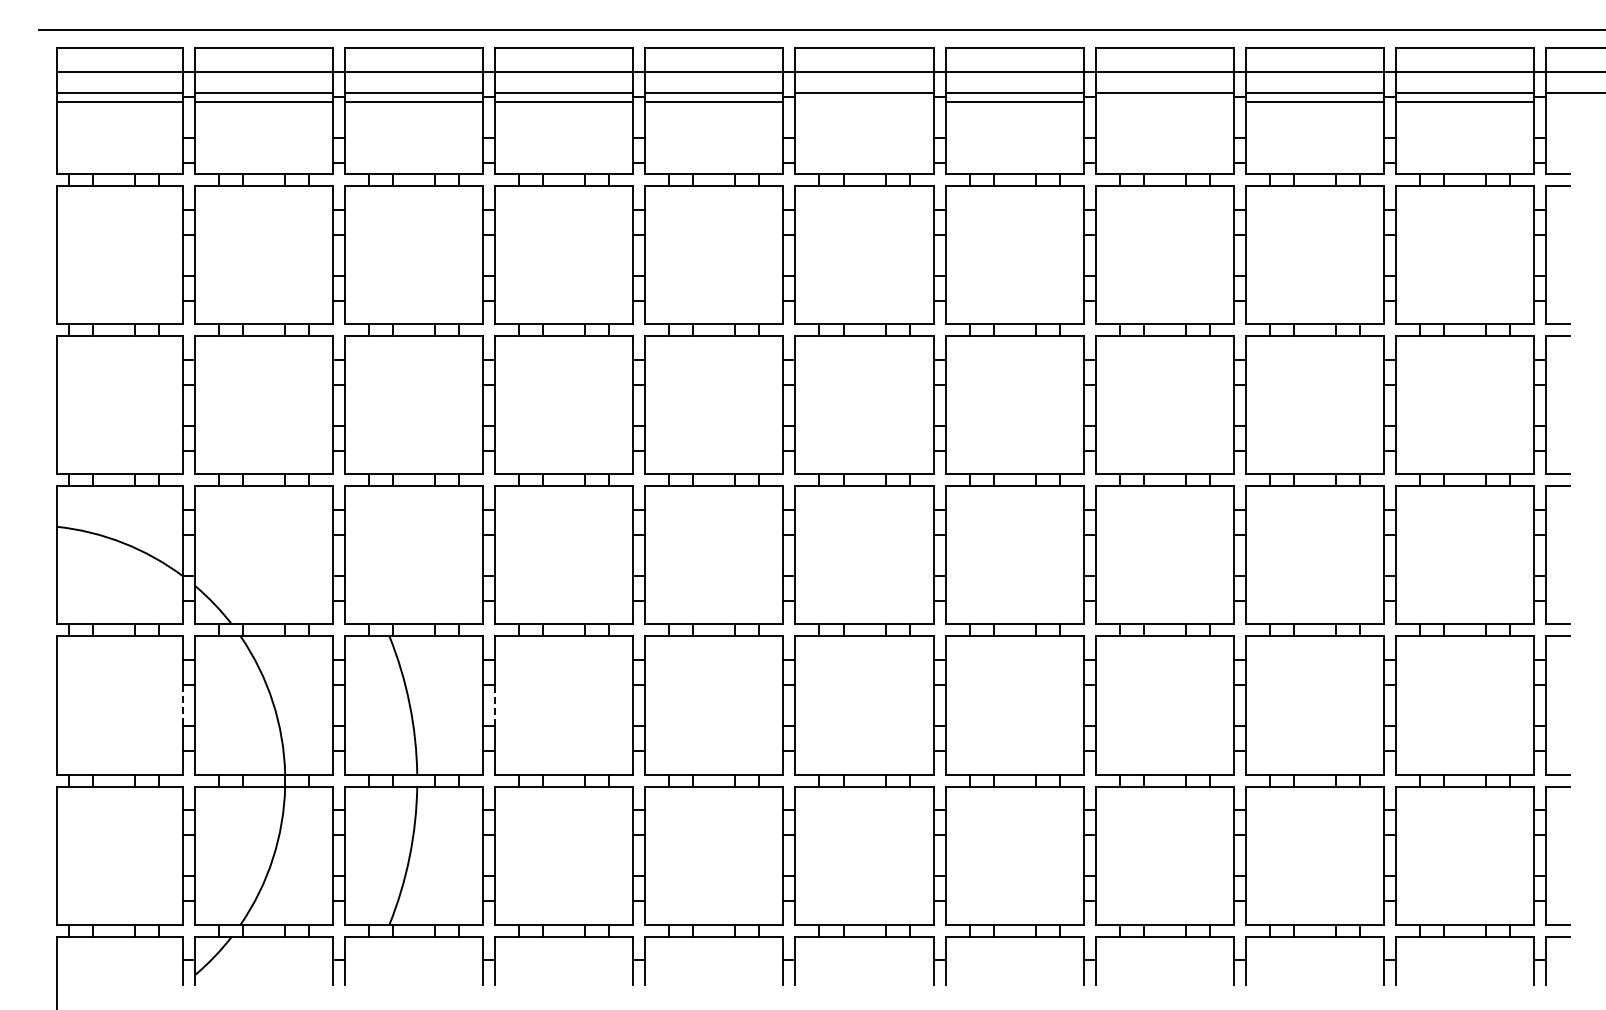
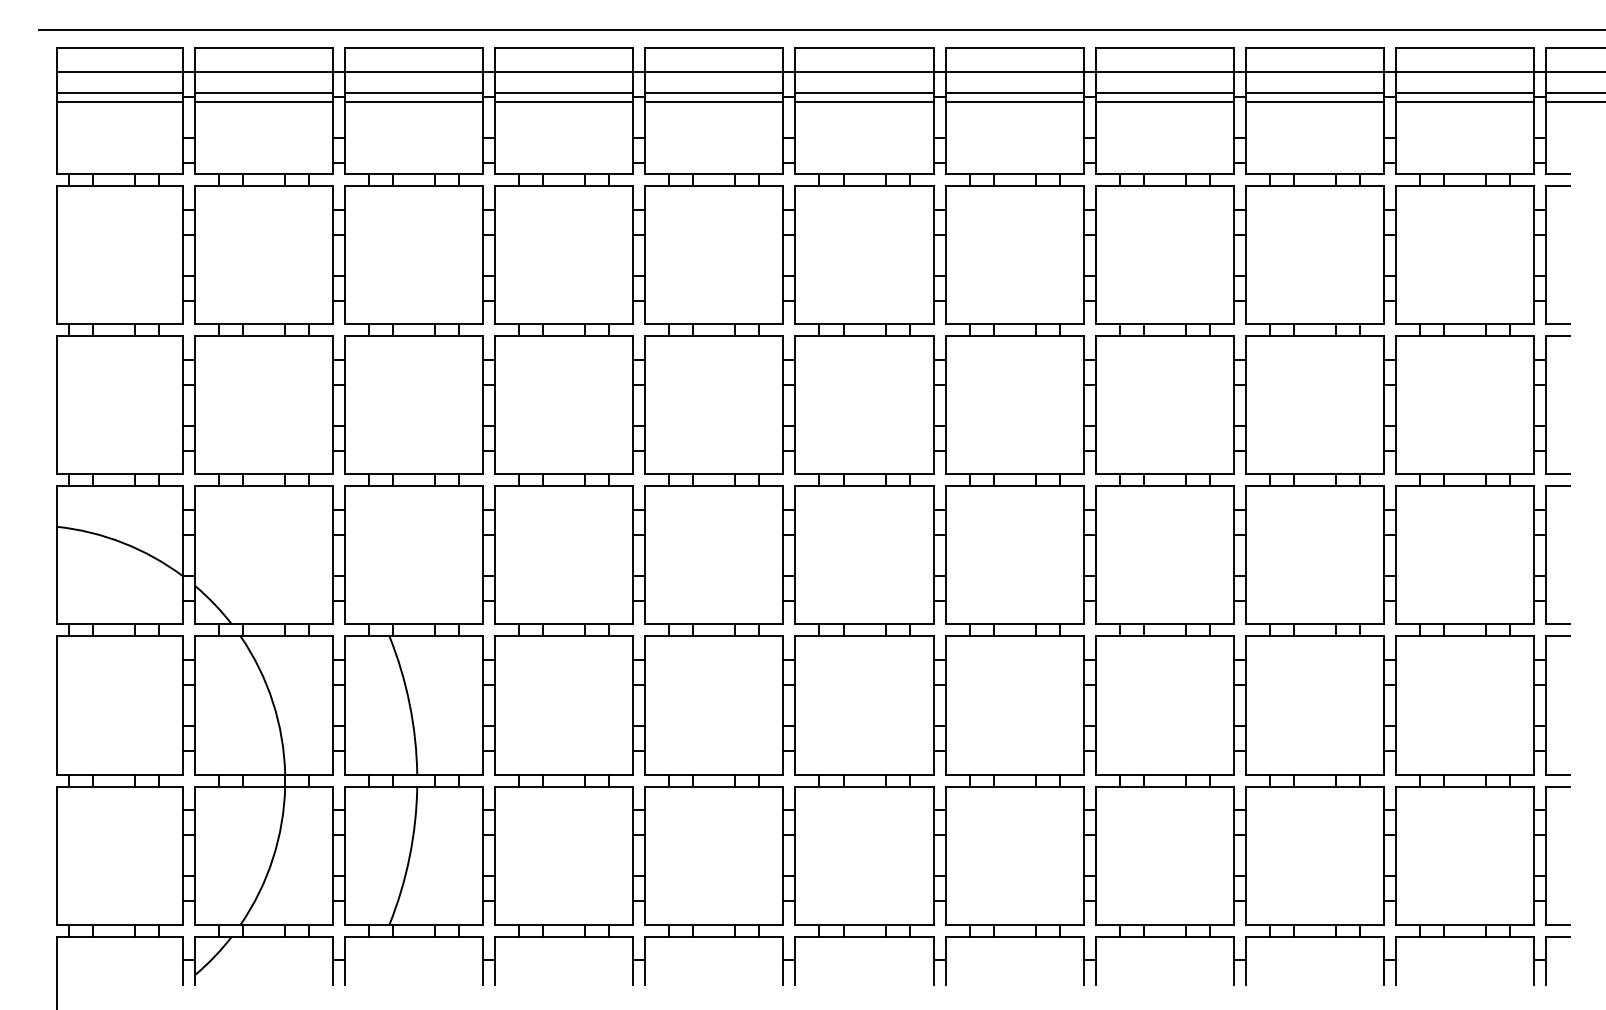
line at (864, 102): none -> present
line at (1164, 102): none -> present
line at (1573, 102): none -> present
line at (495, 704): dashed -> solid
line at (183, 705): dashed -> solid
